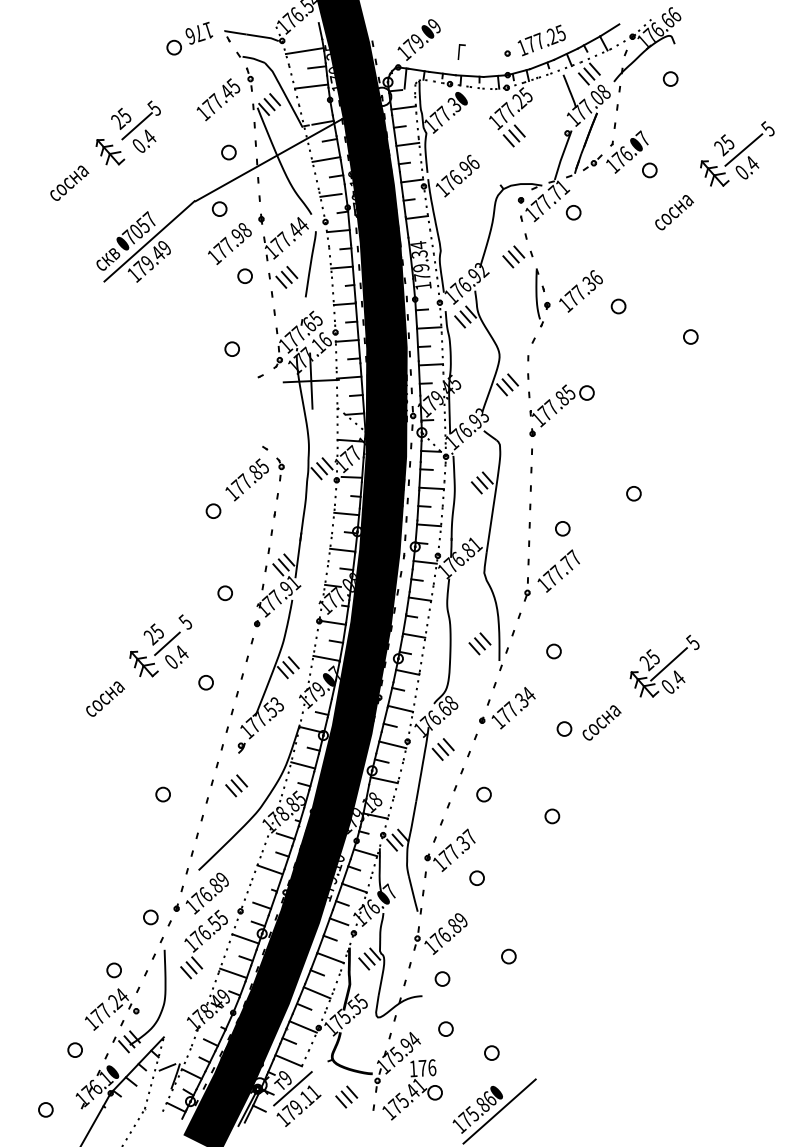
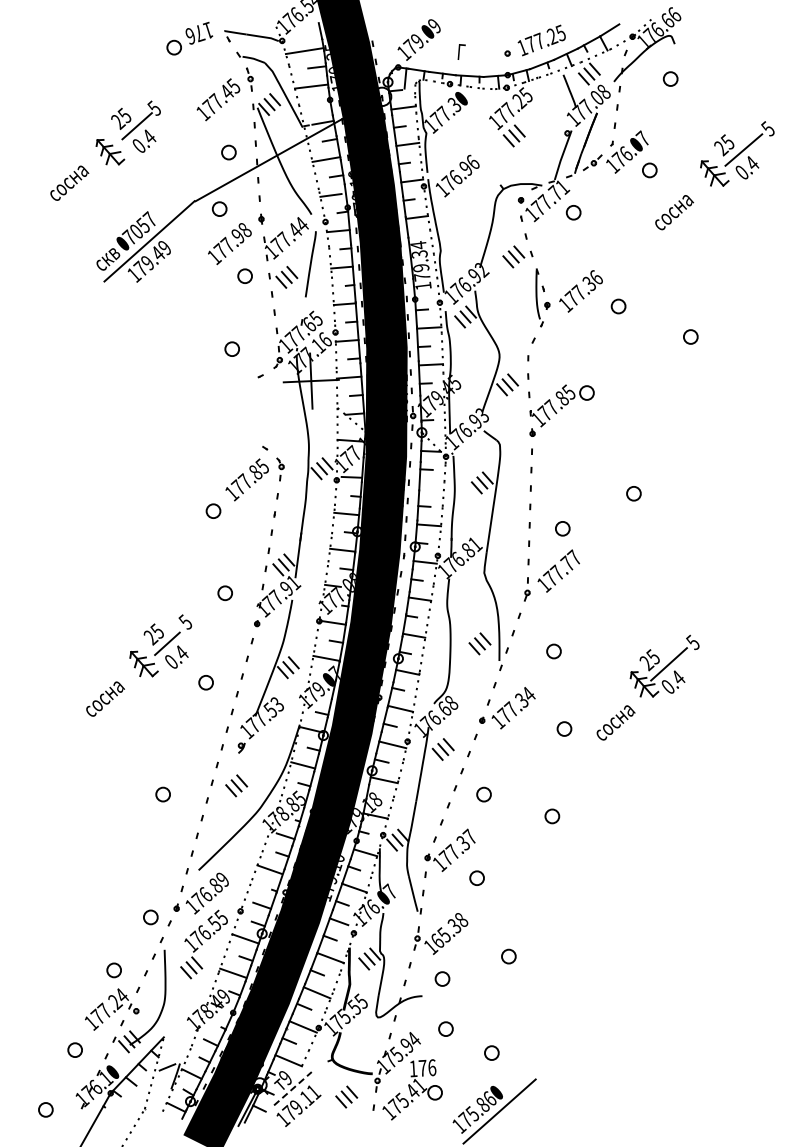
line at (431, 488): present -> none
text at (601, 722) position: (601, 722) -> (615, 722)
text at (448, 930): 176.89 -> 165.38
line at (293, 1088): solid -> dashed
